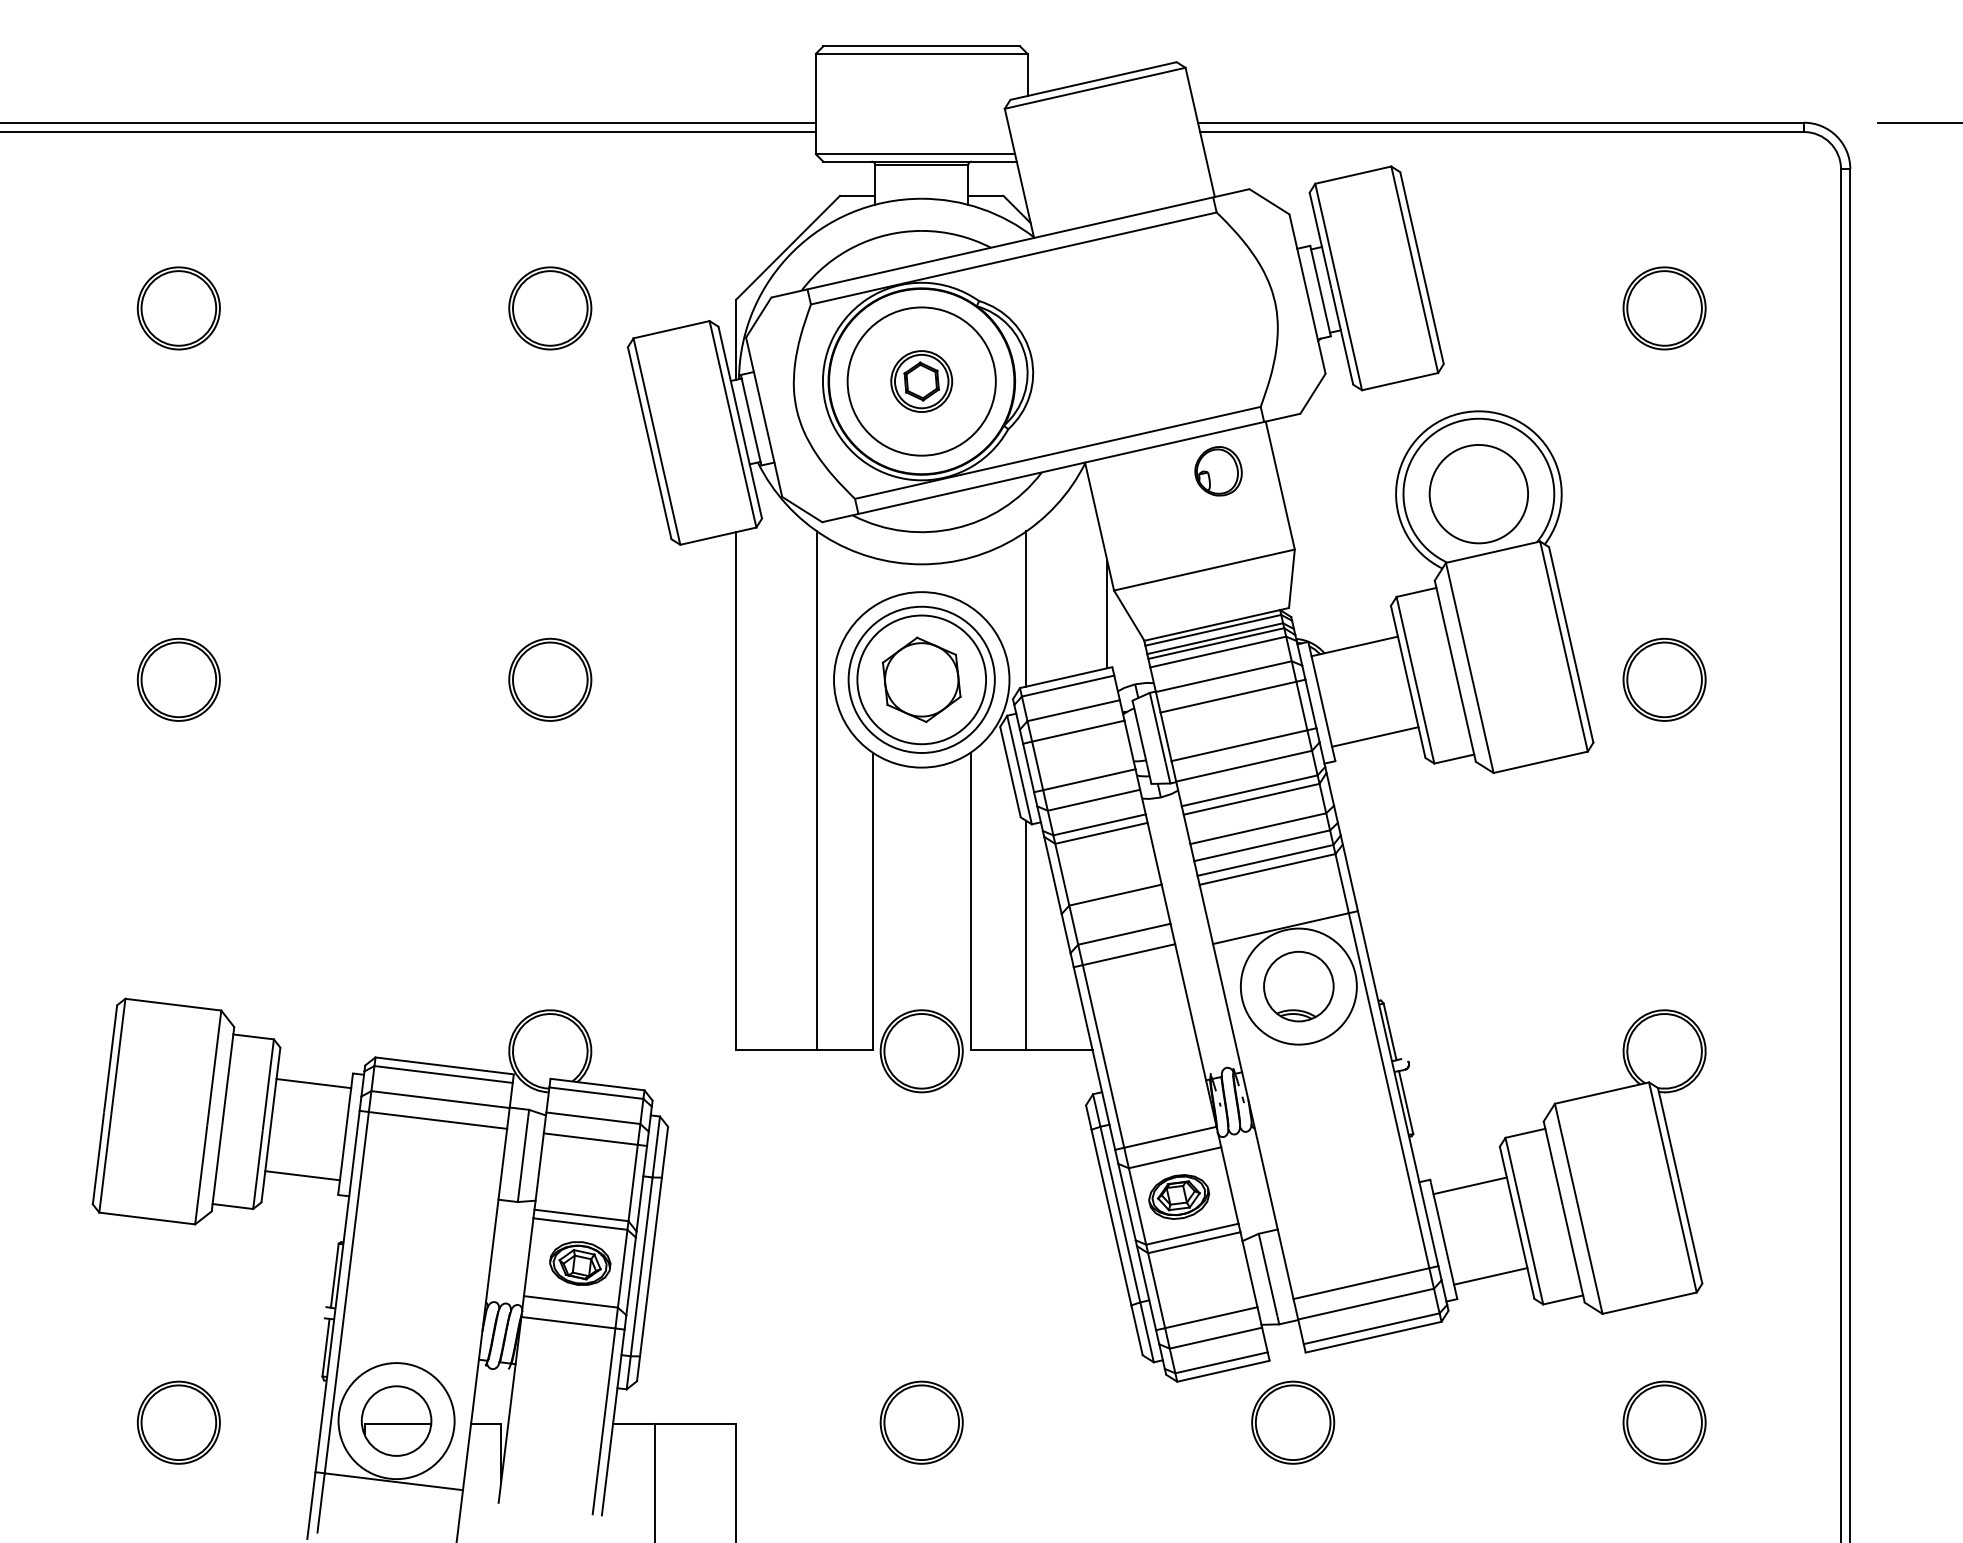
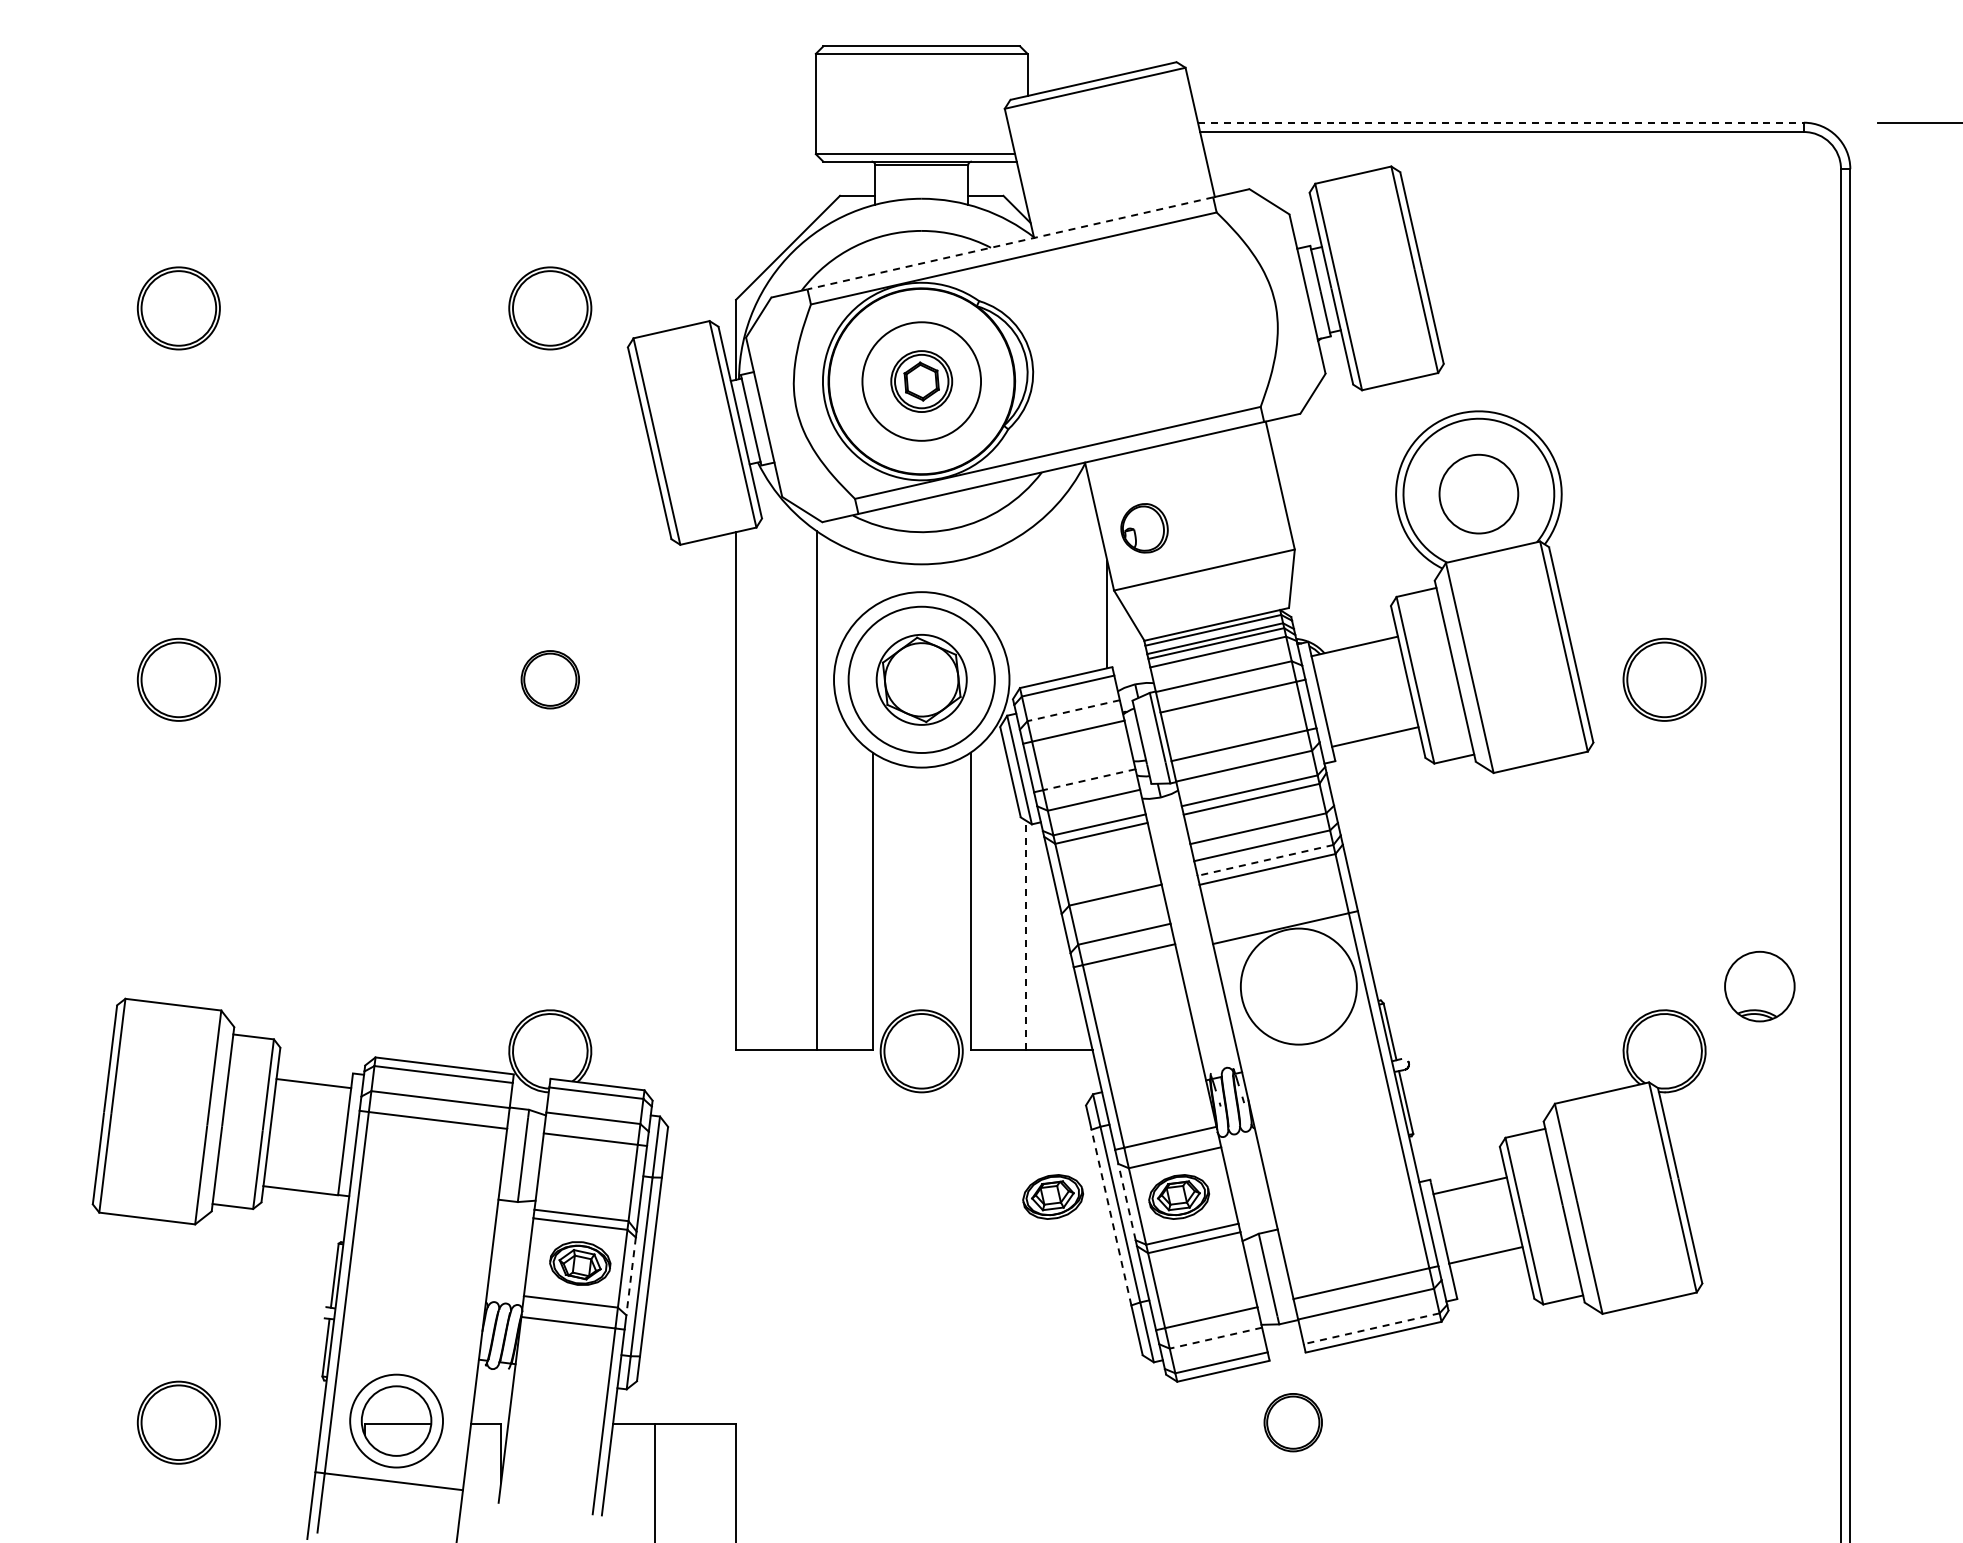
line at (408, 122): present -> none
line at (1500, 122): solid -> dashed
line at (408, 132): present -> none
line at (1009, 243): solid -> dashed
part at (1664, 308): present -> none
circle at (921, 381) diameter: 148 px -> 119 px
part at (1218, 471) position: (1218, 471) -> (1144, 528)
circle at (1478, 493) diameter: 98 px -> 79 px
line at (1026, 608): present -> none
part at (550, 679) size: 85x85 px -> 60x60 px
circle at (921, 679) diameter: 129 px -> 90 px
line at (1073, 710): solid -> dashed
line at (1088, 779): solid -> dashed
line at (1265, 860): solid -> dashed
line at (1026, 935): solid -> dashed
part at (1298, 986) position: (1298, 986) -> (1759, 986)
line at (302, 1175) position: (302, 1175) -> (300, 1190)
part at (1053, 1196): none -> present
line at (1126, 1201): solid -> dashed
line at (1111, 1217): solid -> dashed
line at (631, 1276): solid -> dashed
line at (1490, 1276) position: (1490, 1276) -> (1485, 1255)
line at (1371, 1328): solid -> dashed
line at (1215, 1338): solid -> dashed
circle at (396, 1421) diameter: 116 px -> 93 px
part at (921, 1422): present -> none
part at (1293, 1422) size: 85x85 px -> 60x60 px
part at (1664, 1422): present -> none
